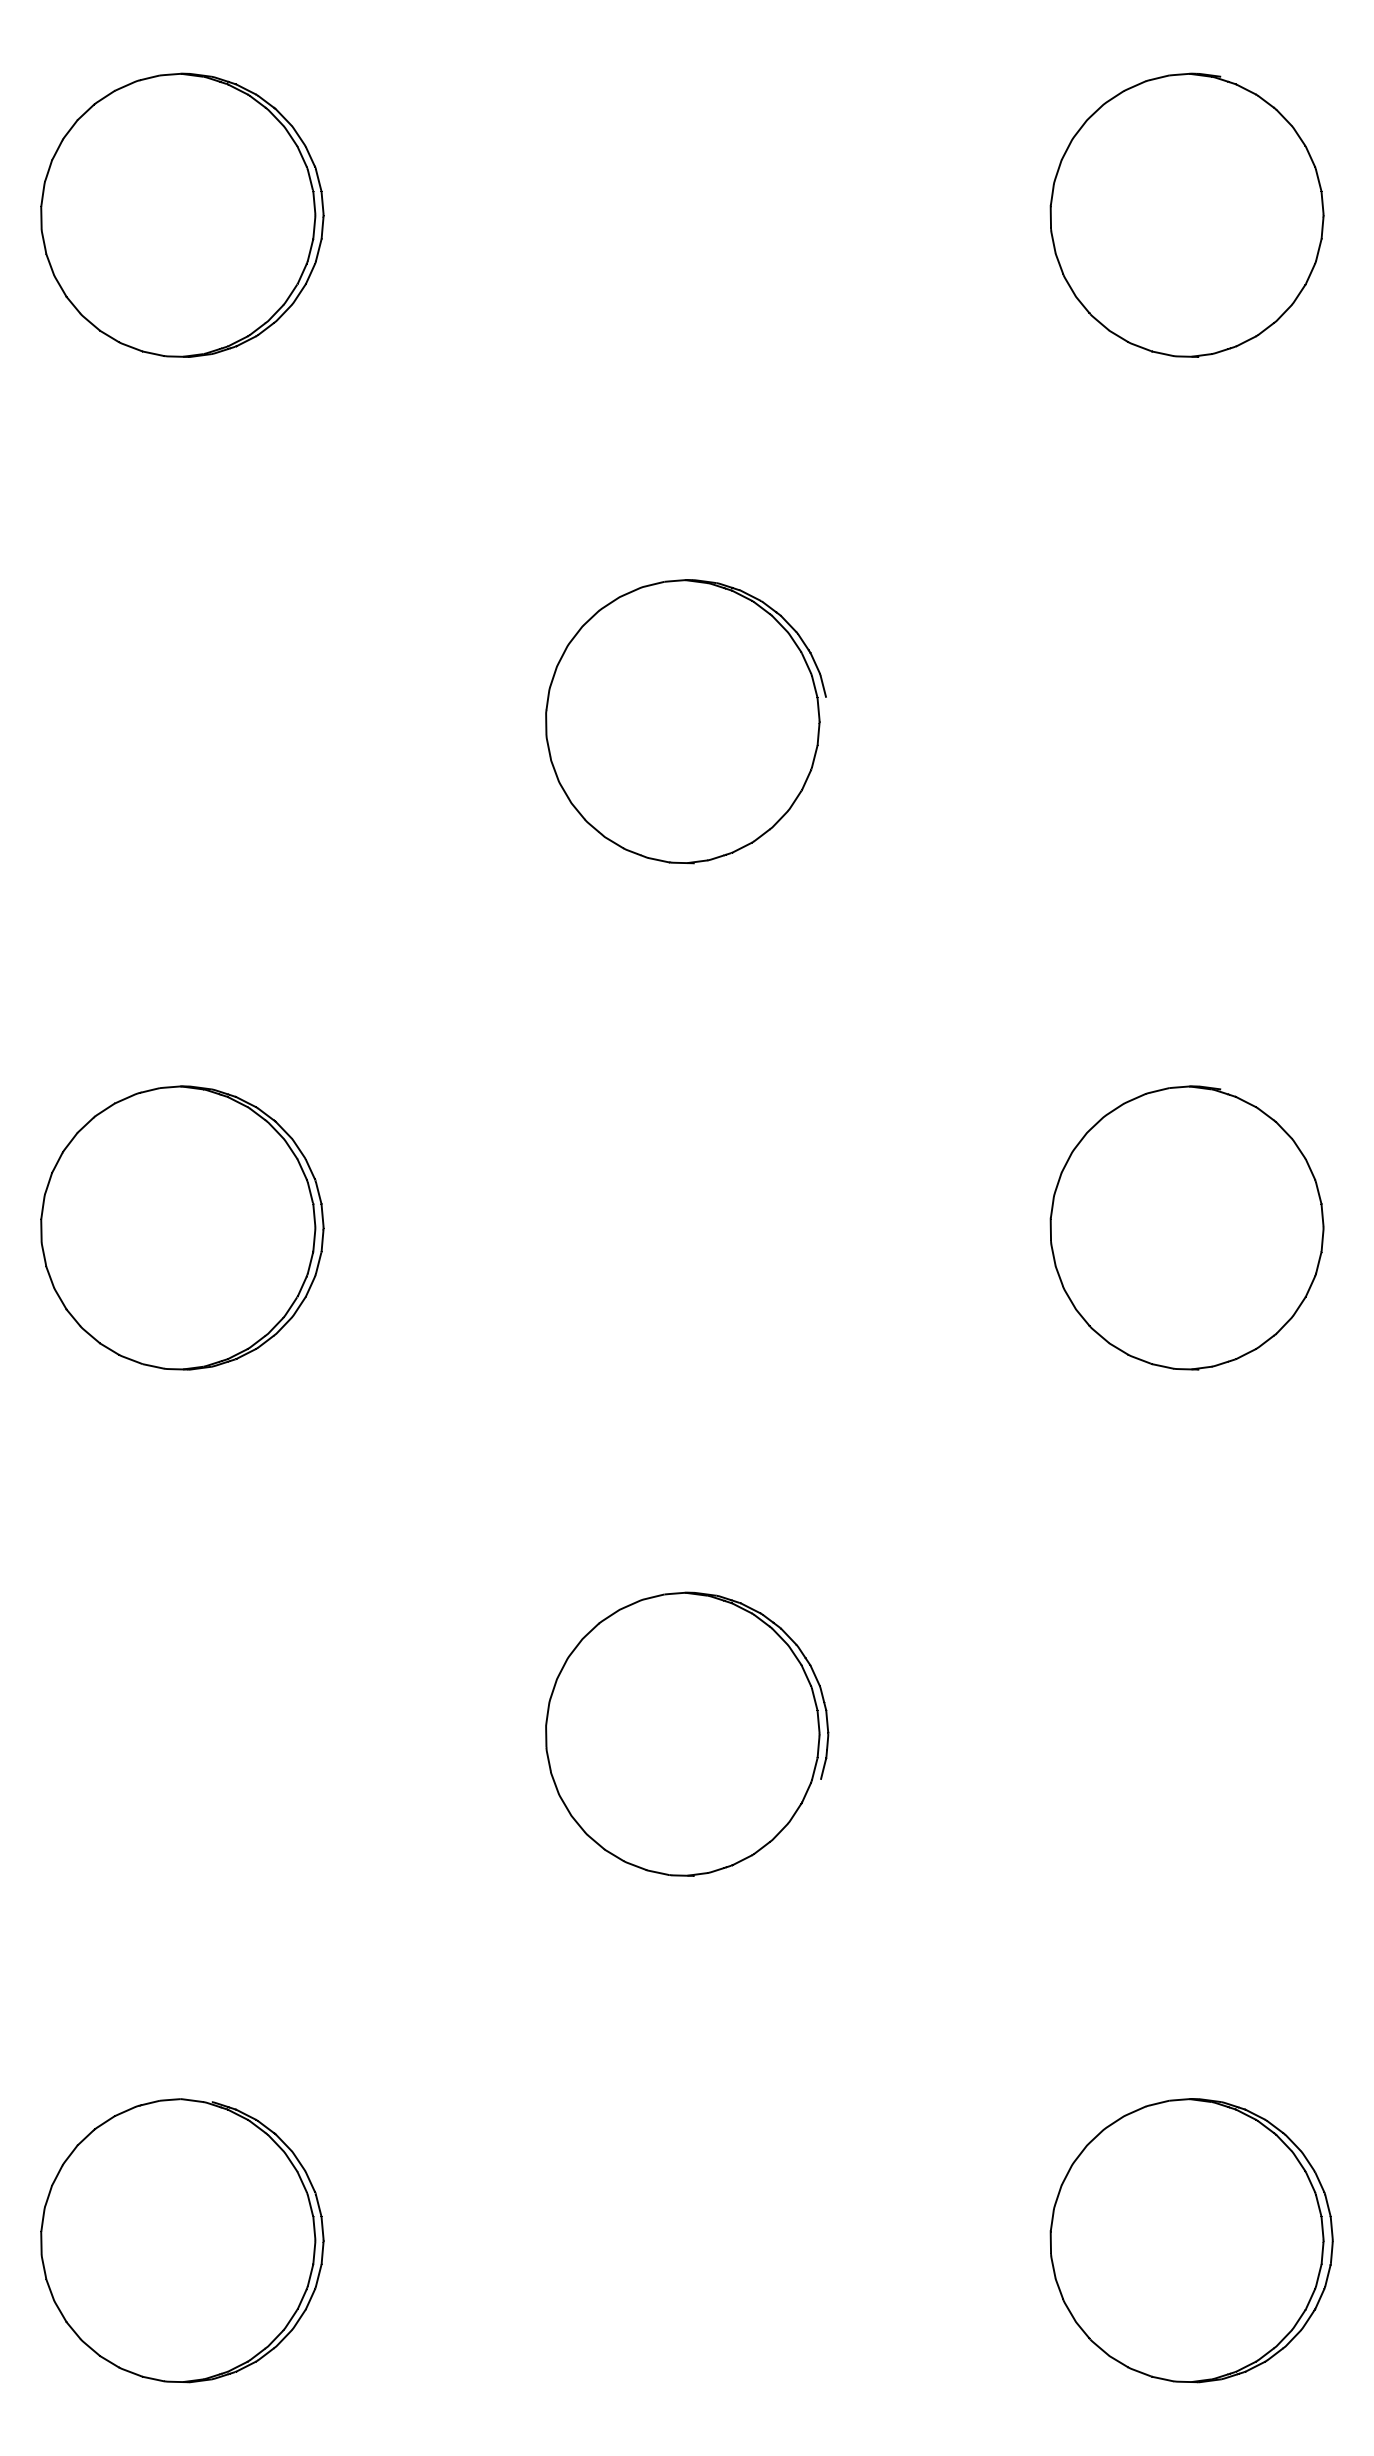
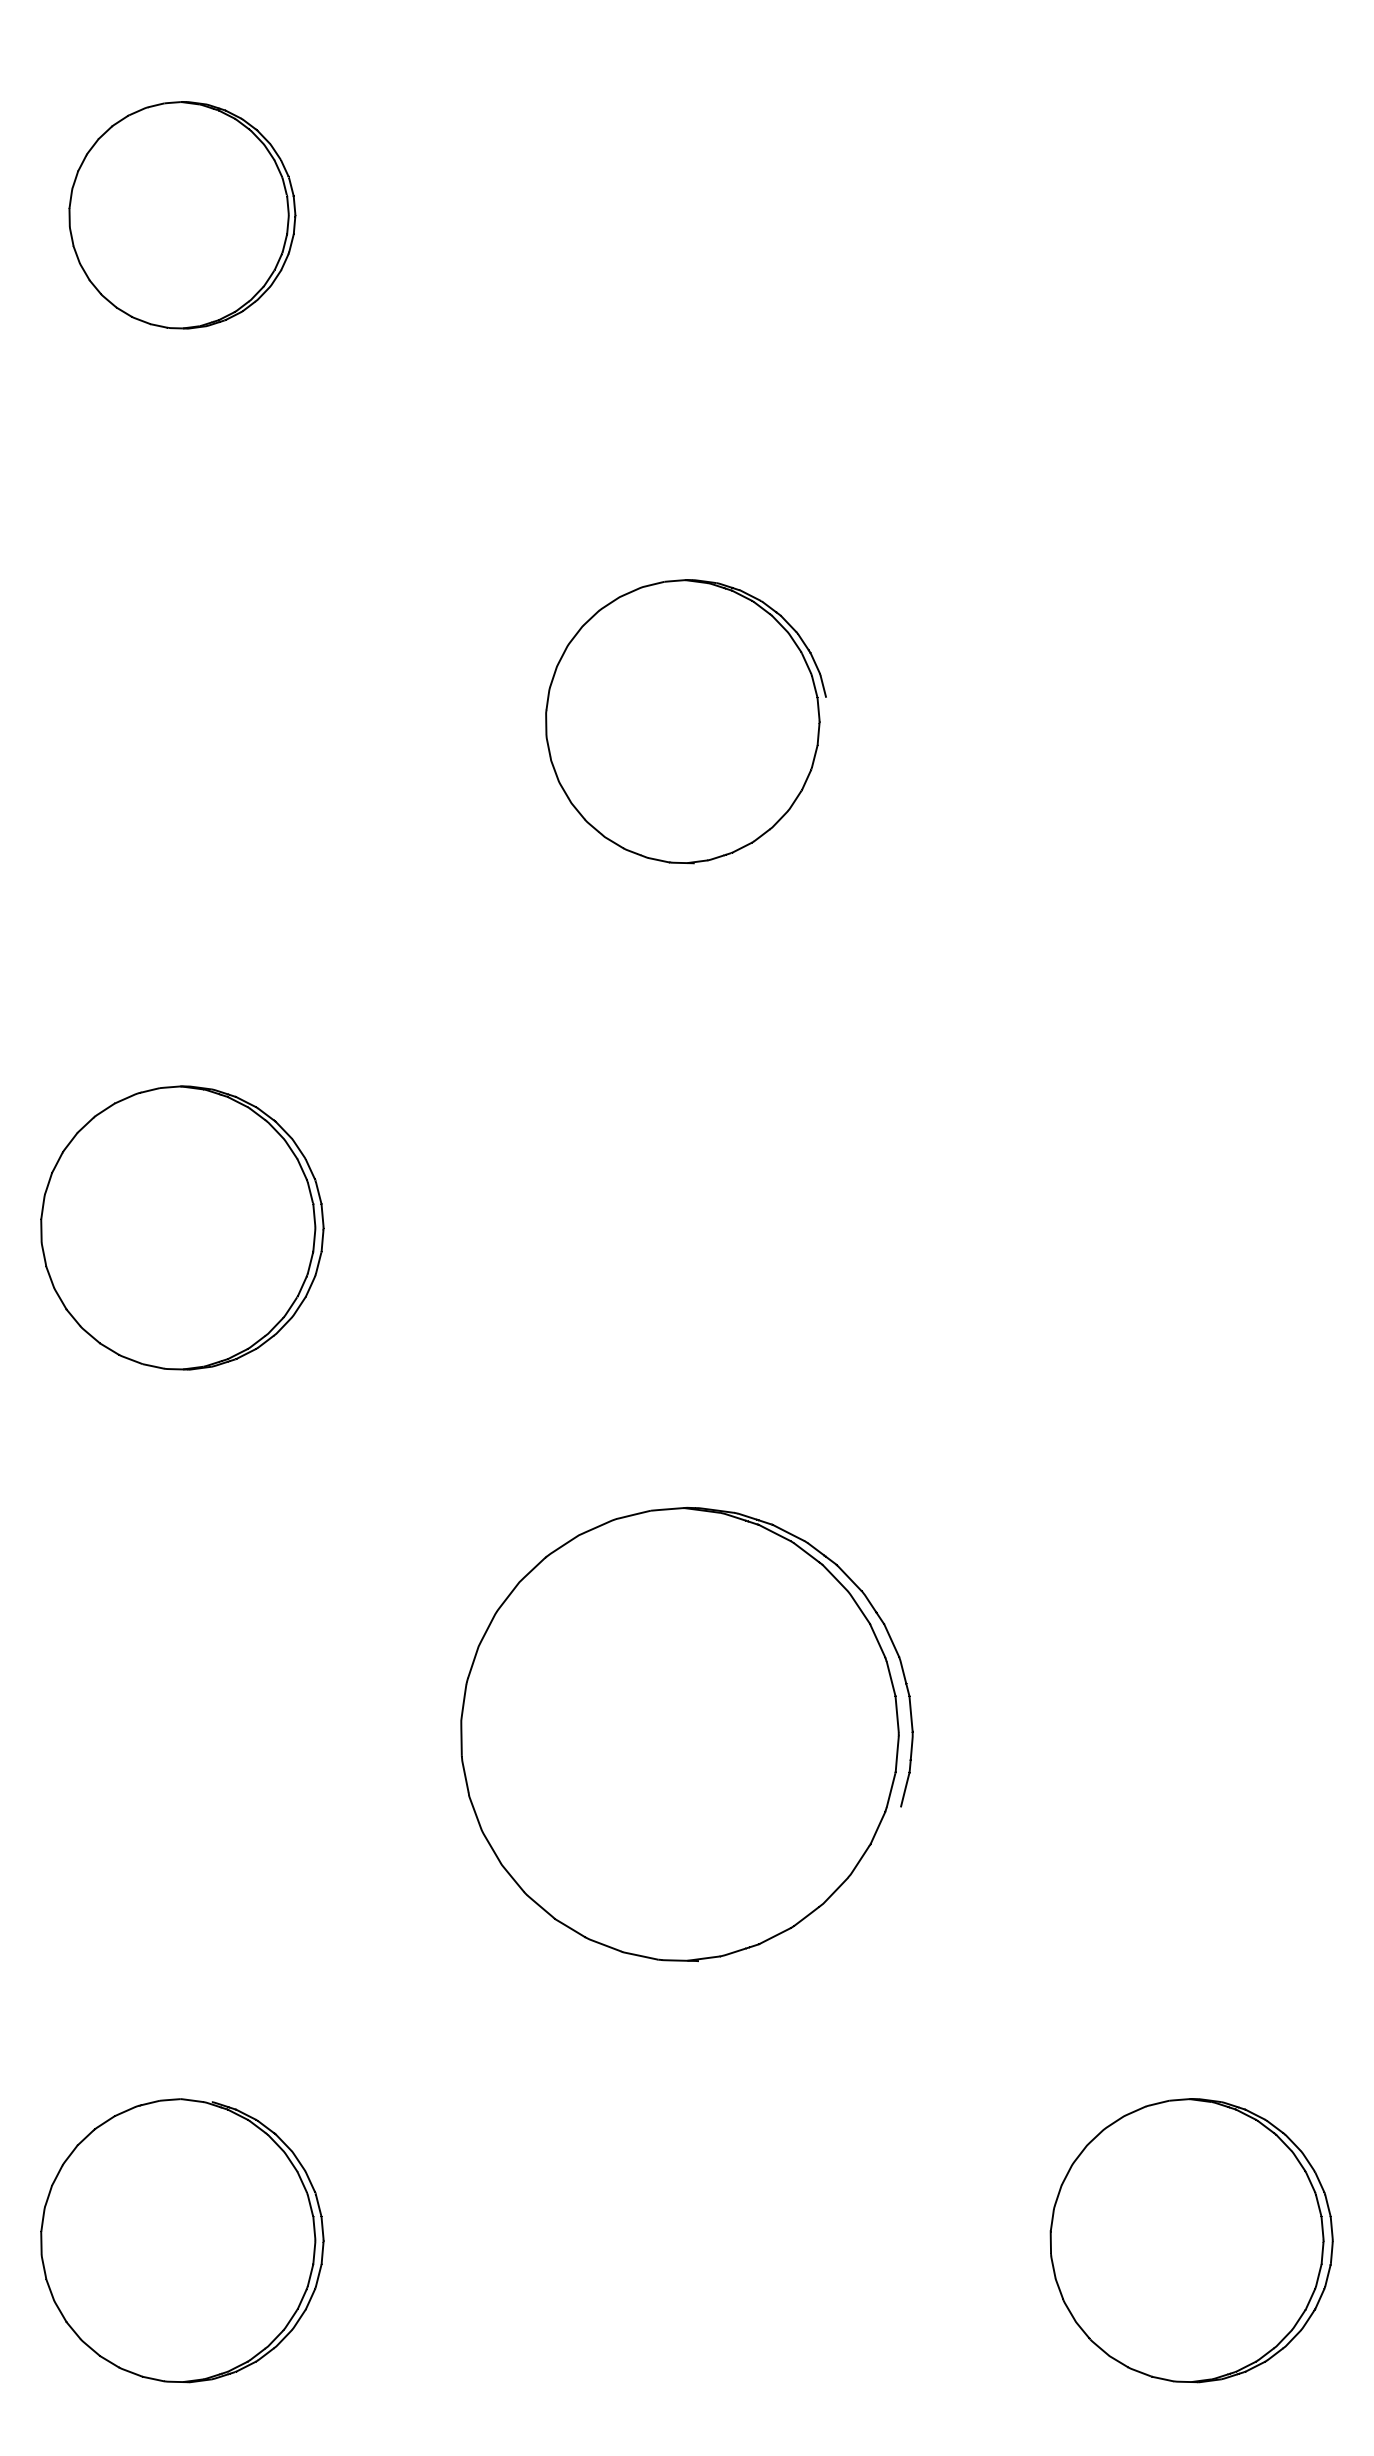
part at (182, 214) size: 285x286 px -> 229x229 px
part at (1186, 214): present -> none
part at (1186, 1227): present -> none
part at (687, 1733) size: 285x286 px -> 454x456 px
